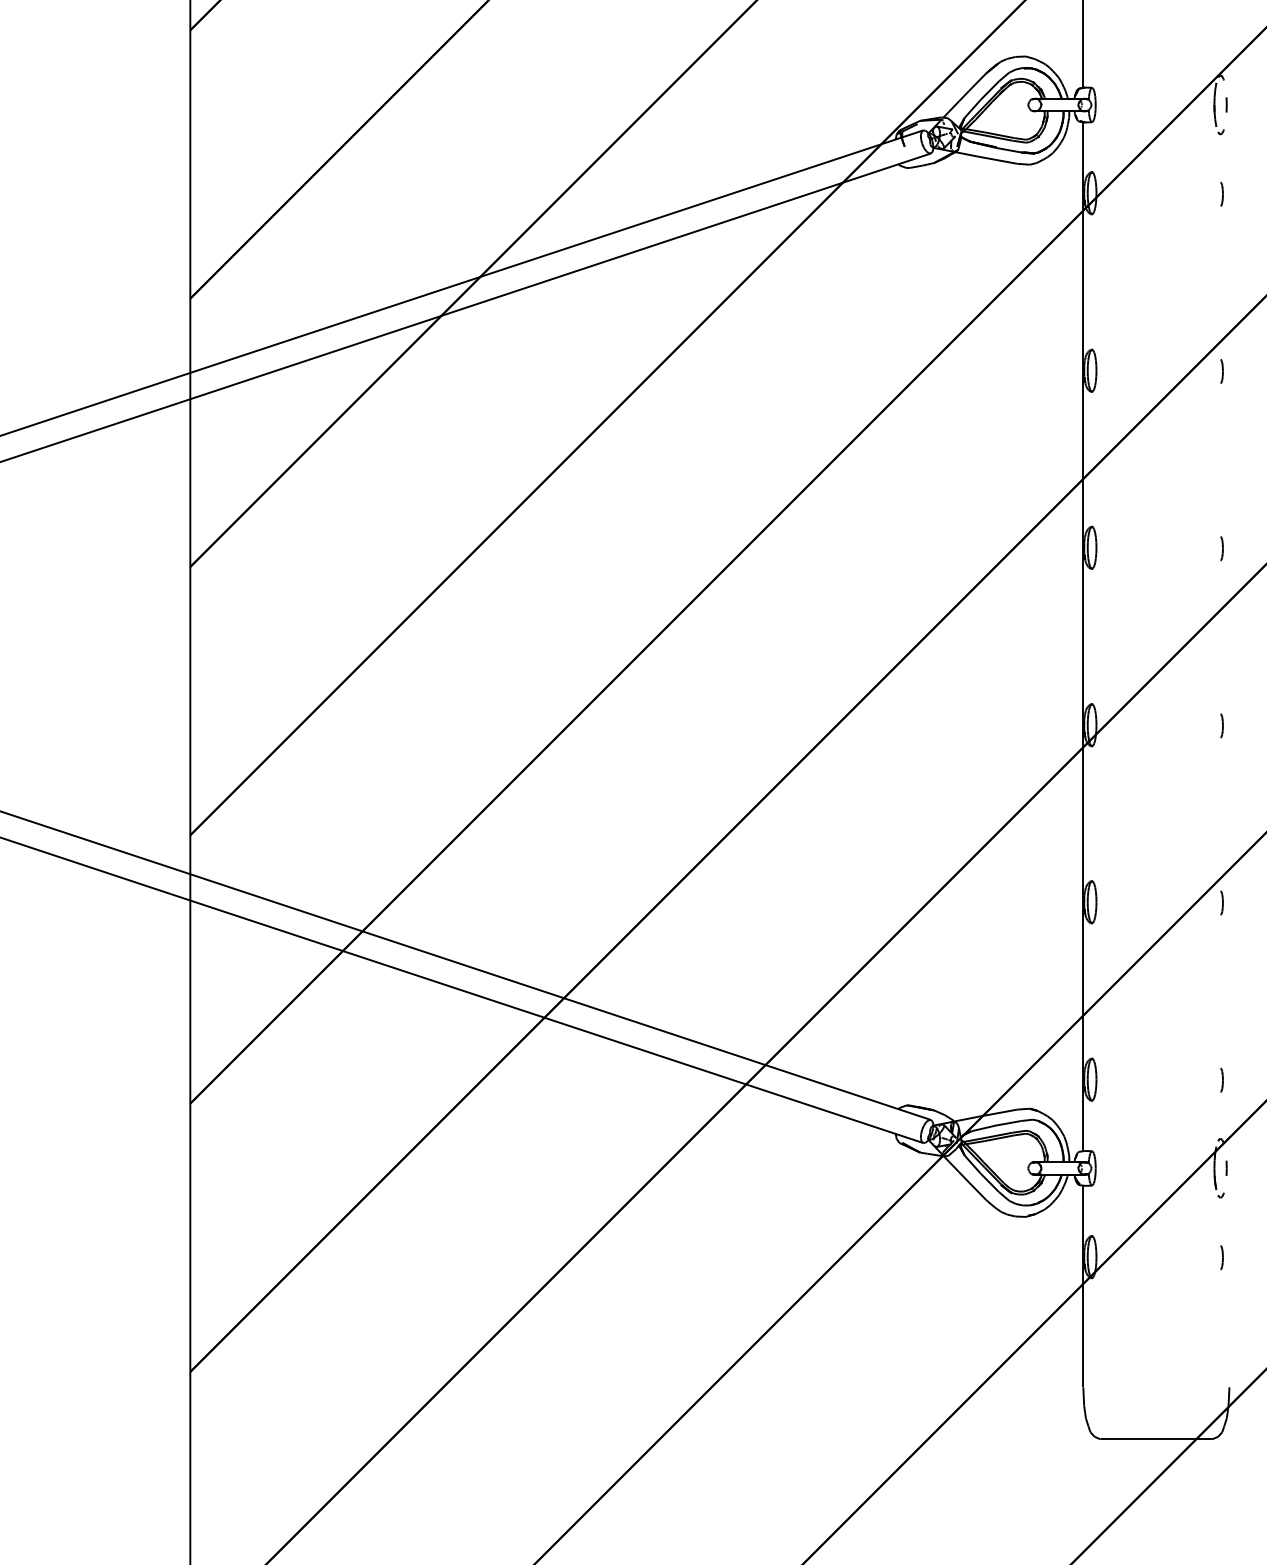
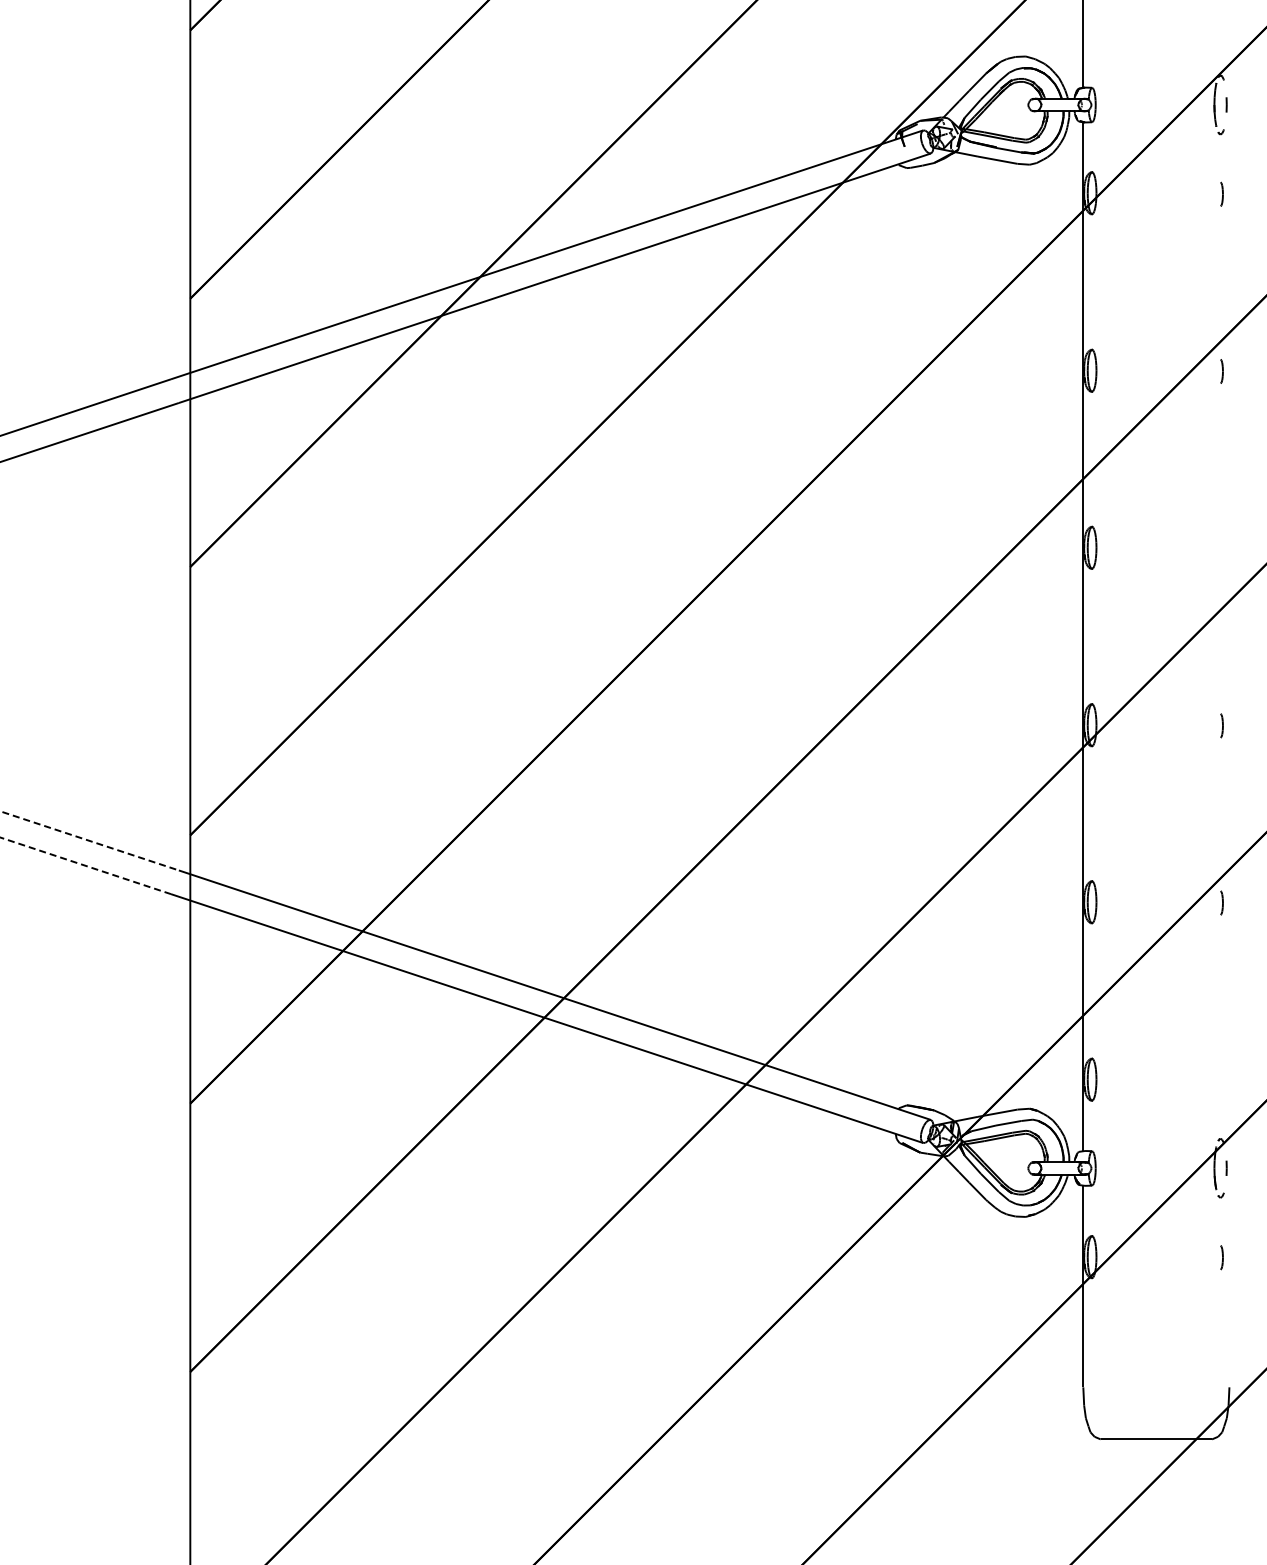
part at (1221, 548): present -> none
line at (89, 840): solid -> dashed
line at (85, 865): solid -> dashed
line at (1222, 1079): present -> none
